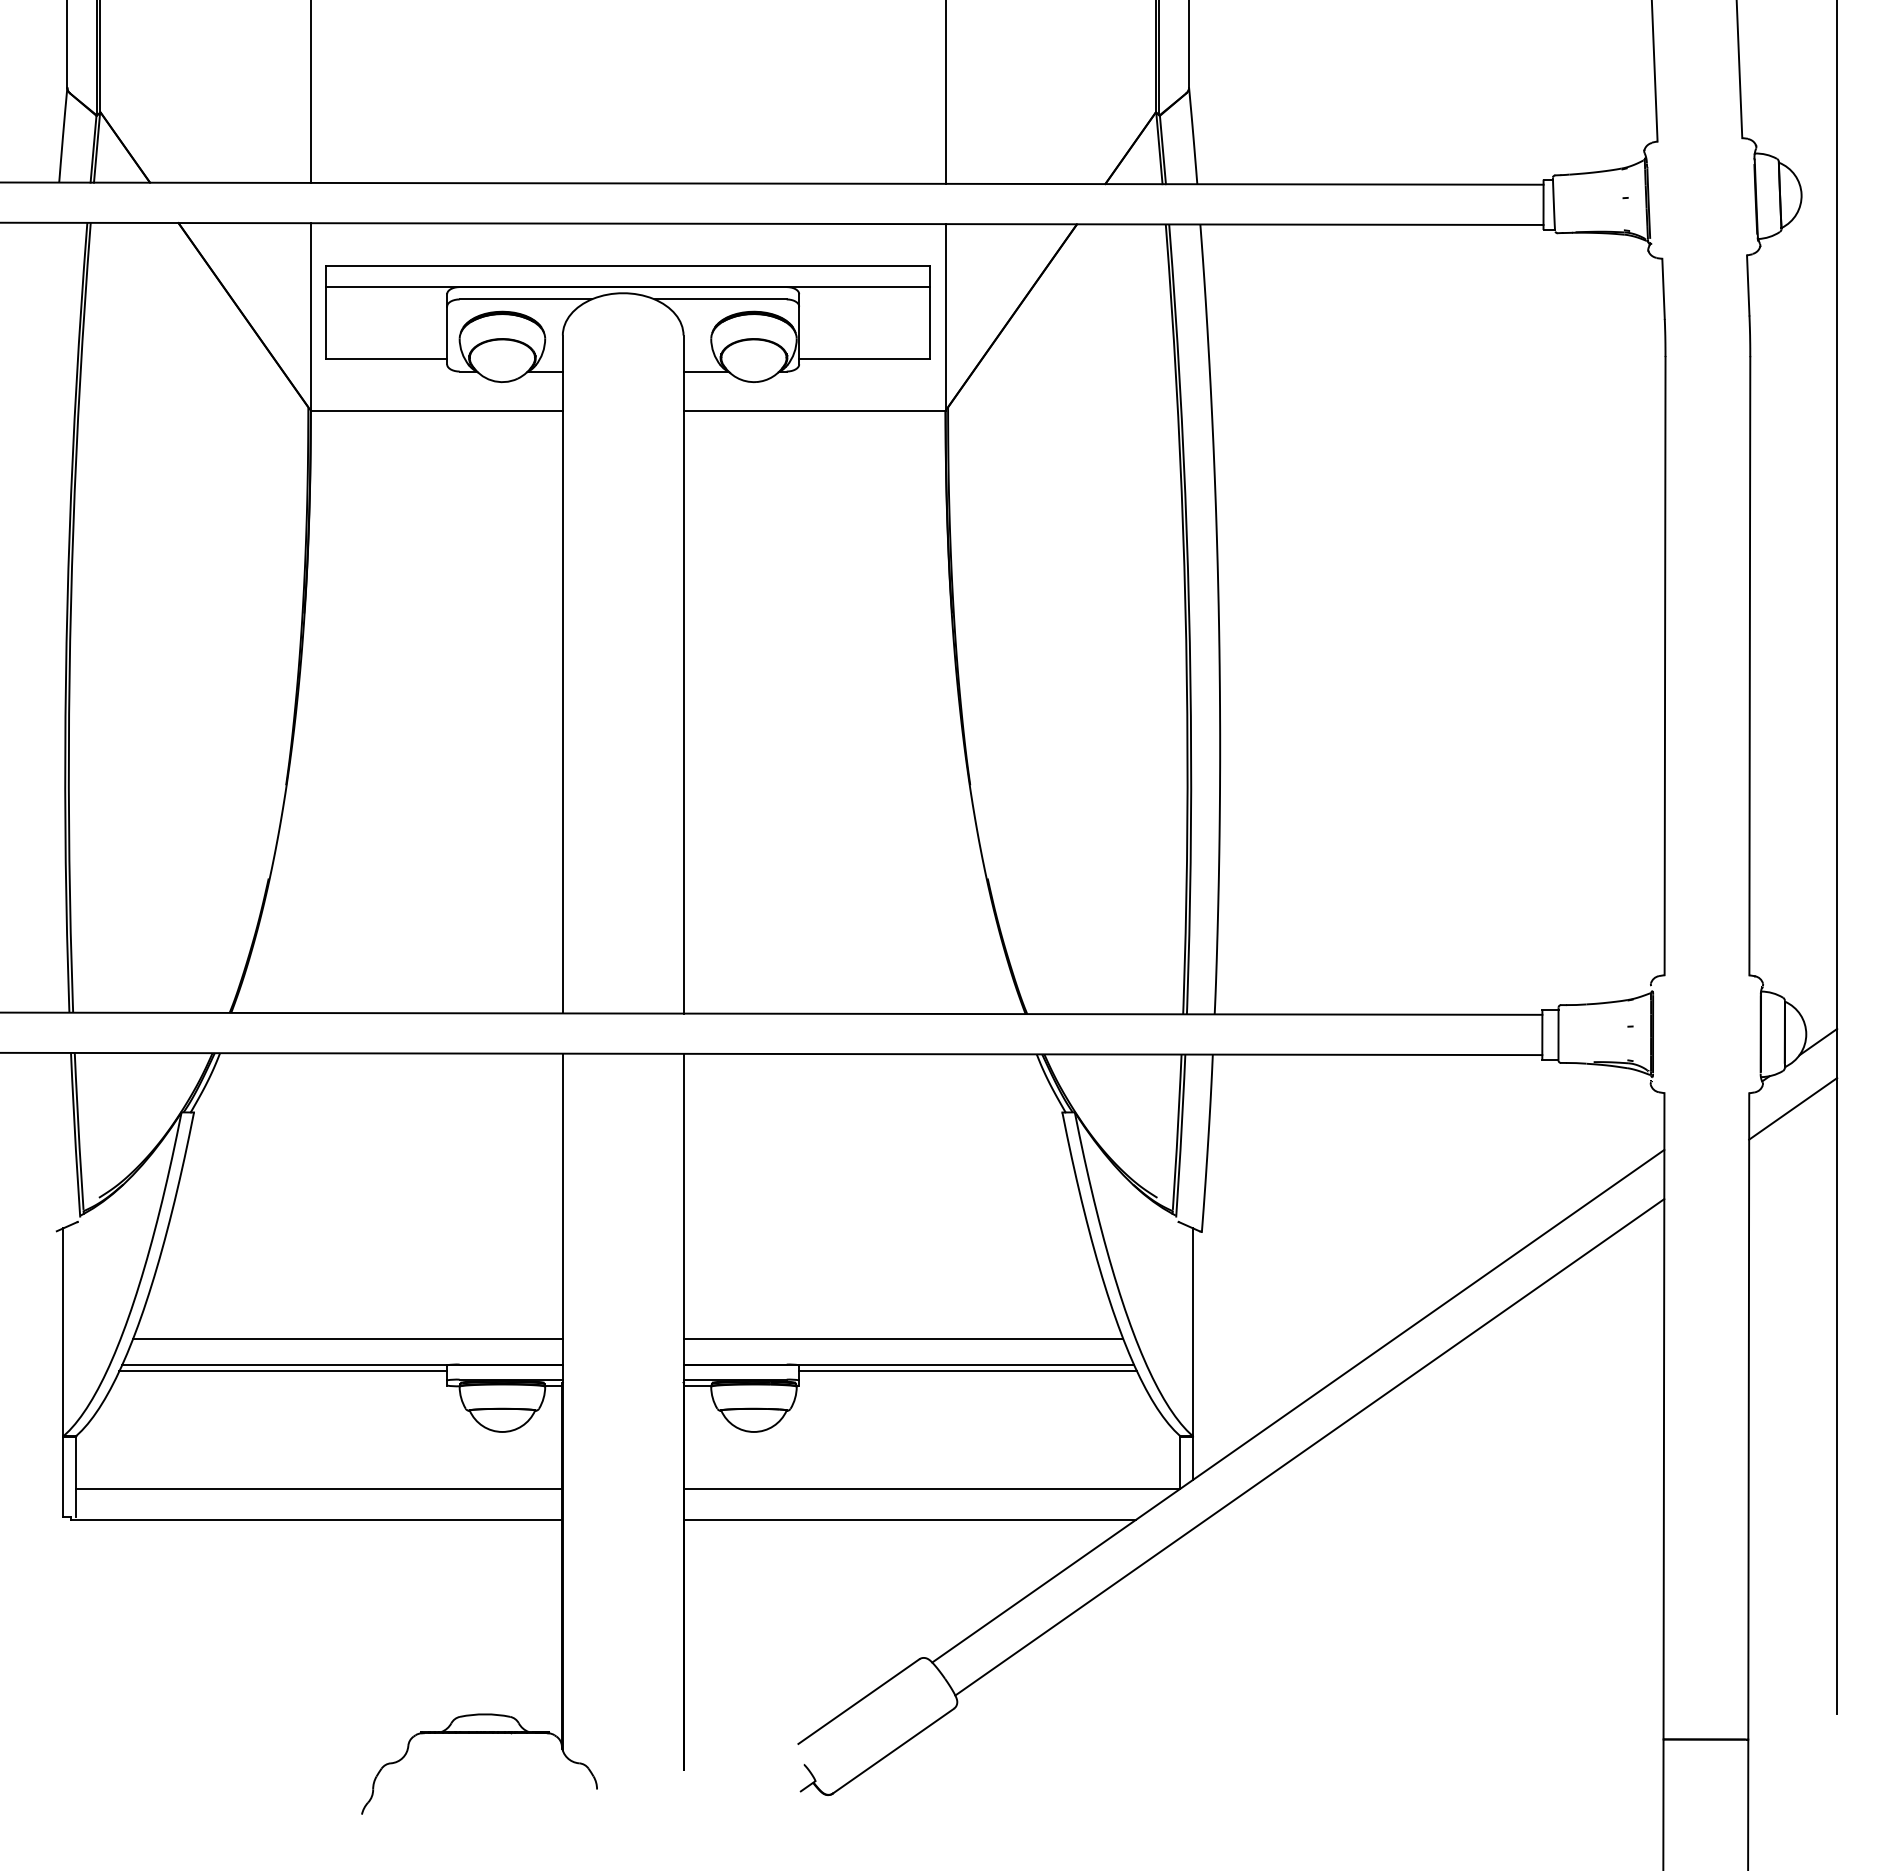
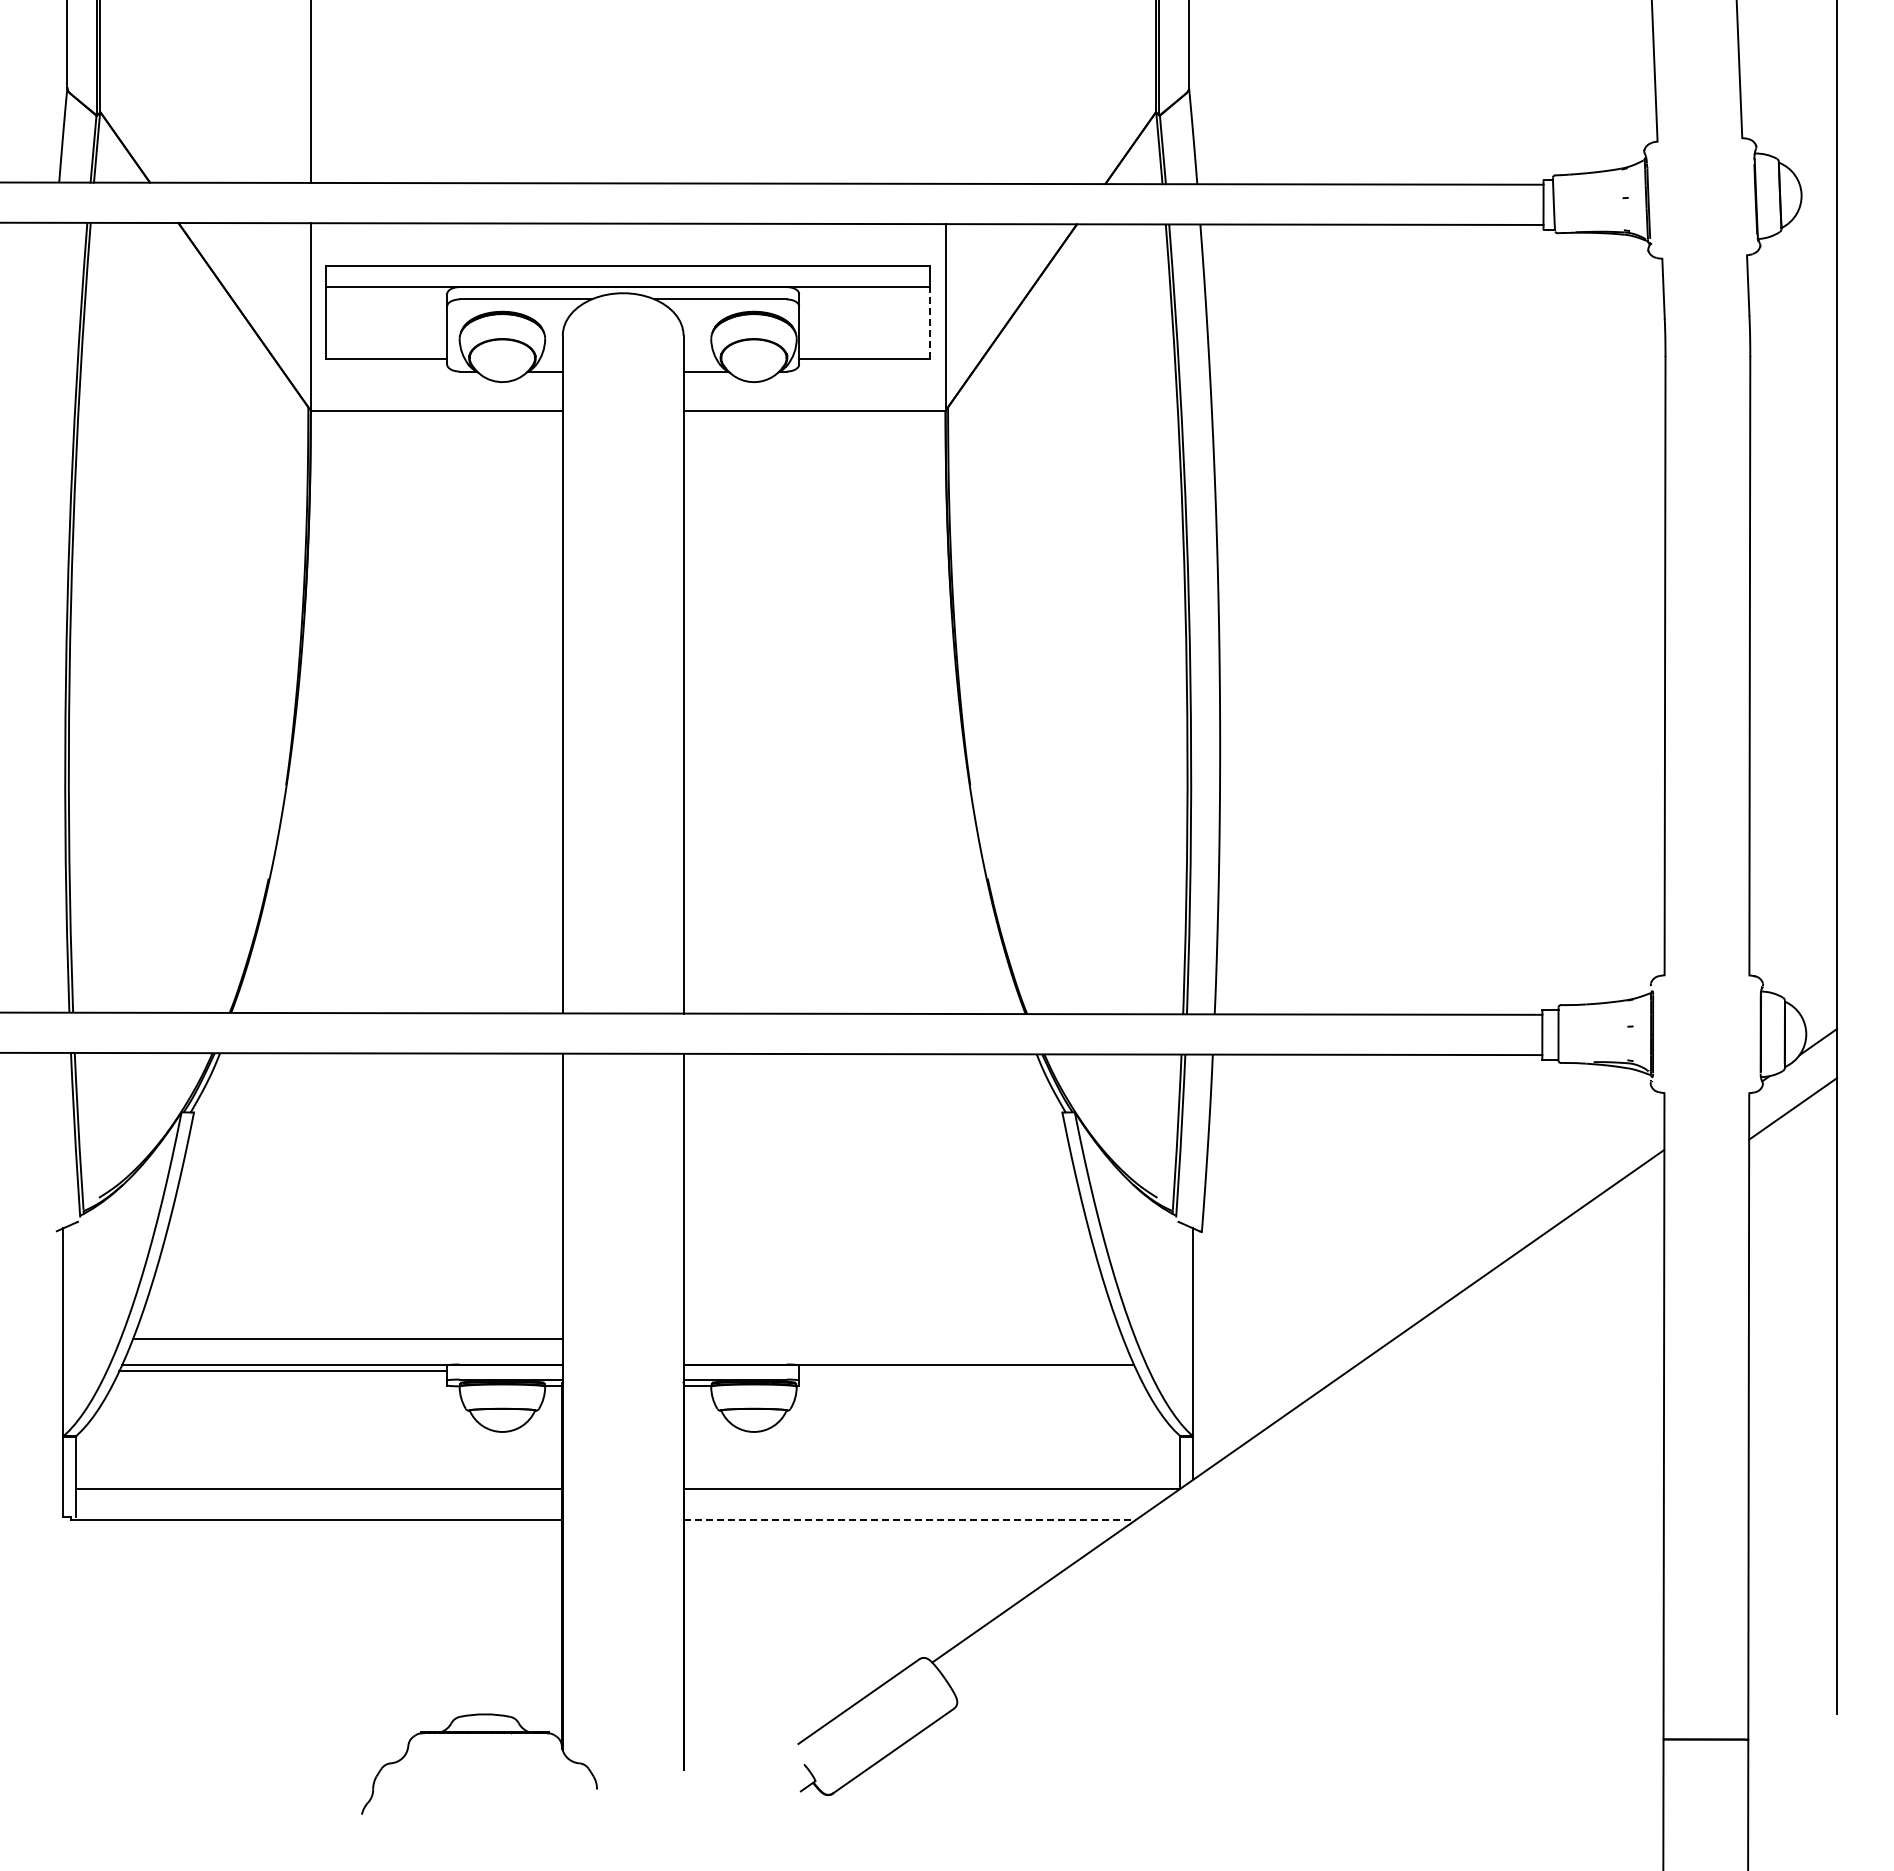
line at (945, 92): present -> none
line at (930, 322): solid -> dashed
line at (903, 1339): present -> none
line at (967, 1371): present -> none
line at (1309, 1447): present -> none
line at (909, 1520): solid -> dashed
